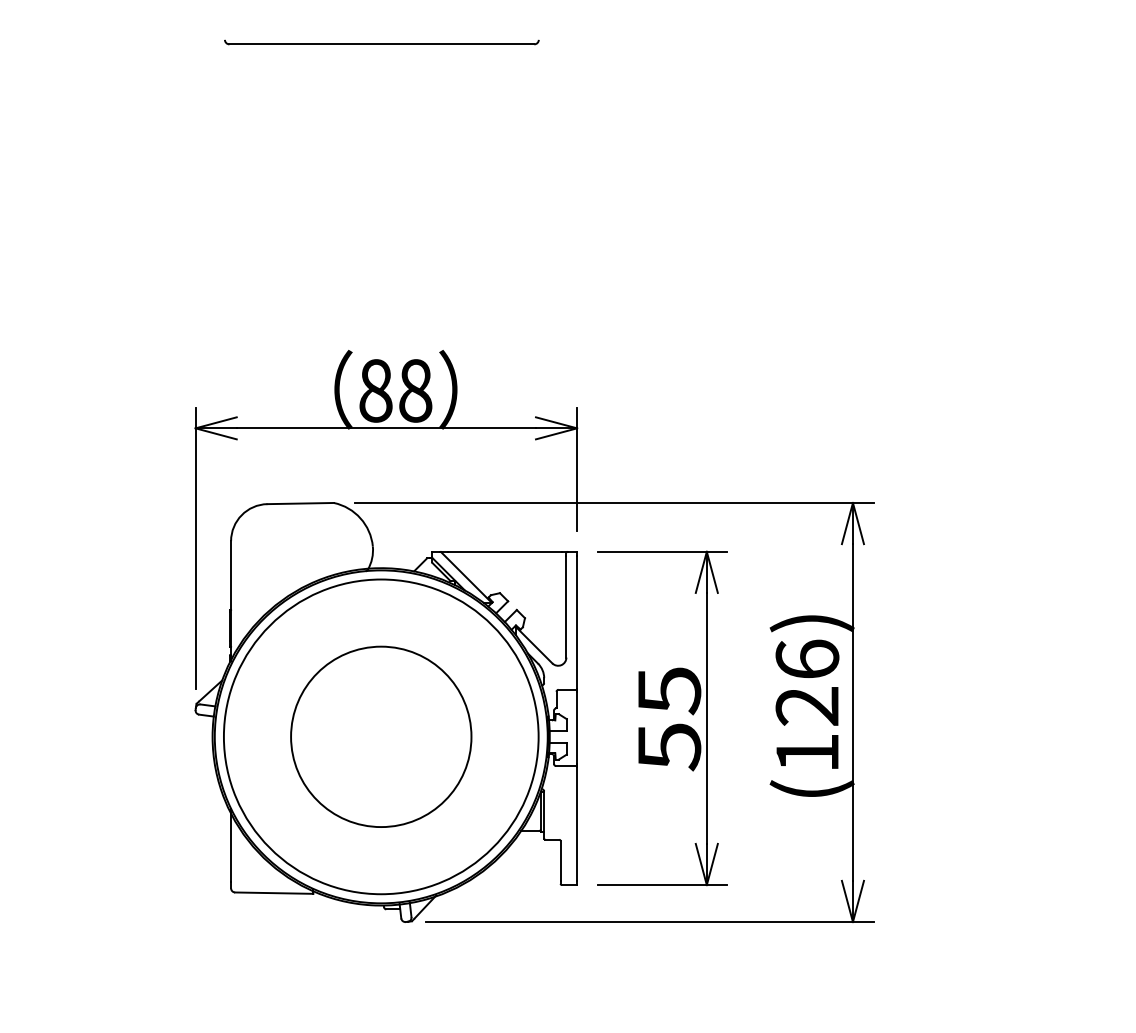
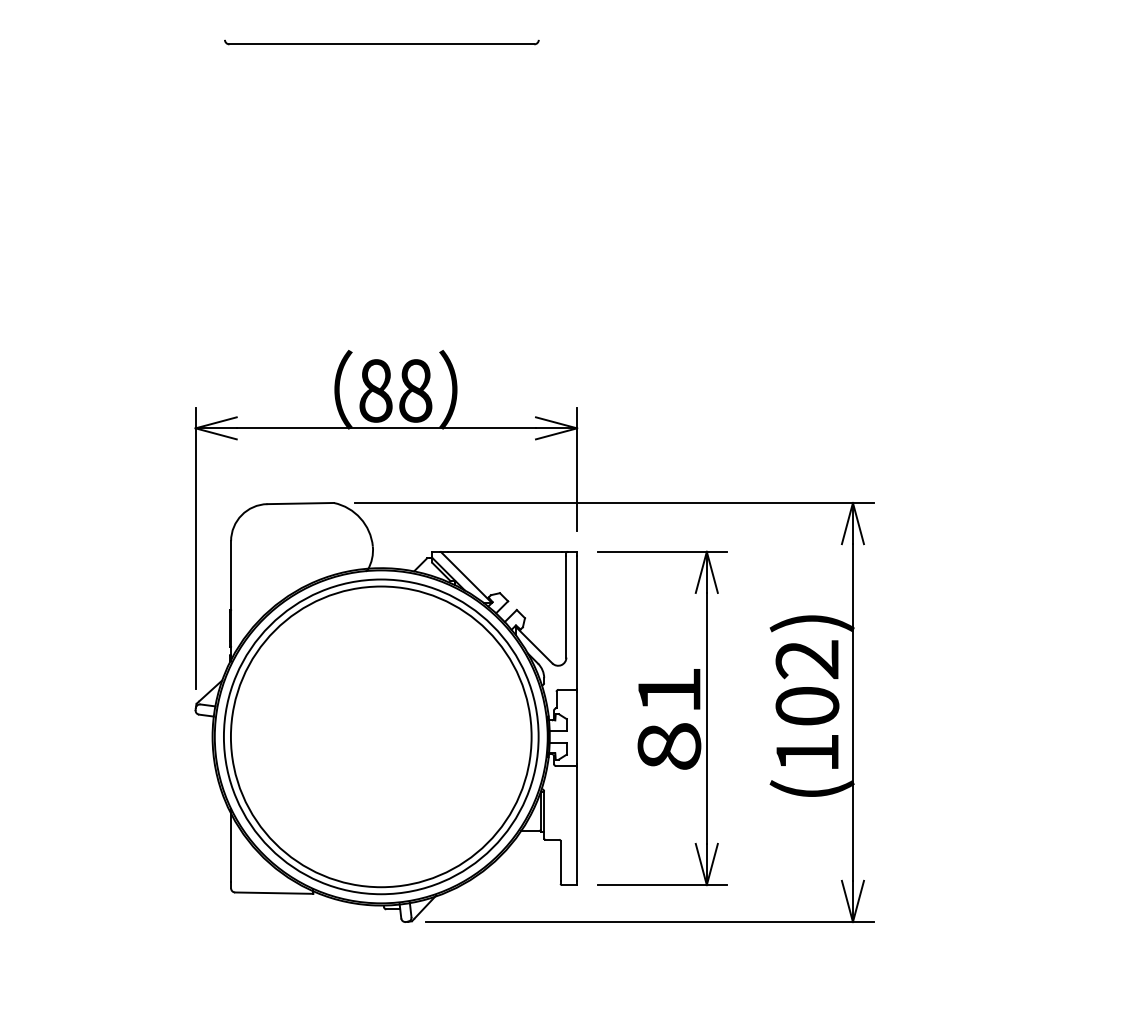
text at (807, 682): (126) -> (102)
text at (669, 719): 55 -> 81
circle at (381, 736) diameter: 180 px -> 301 px
